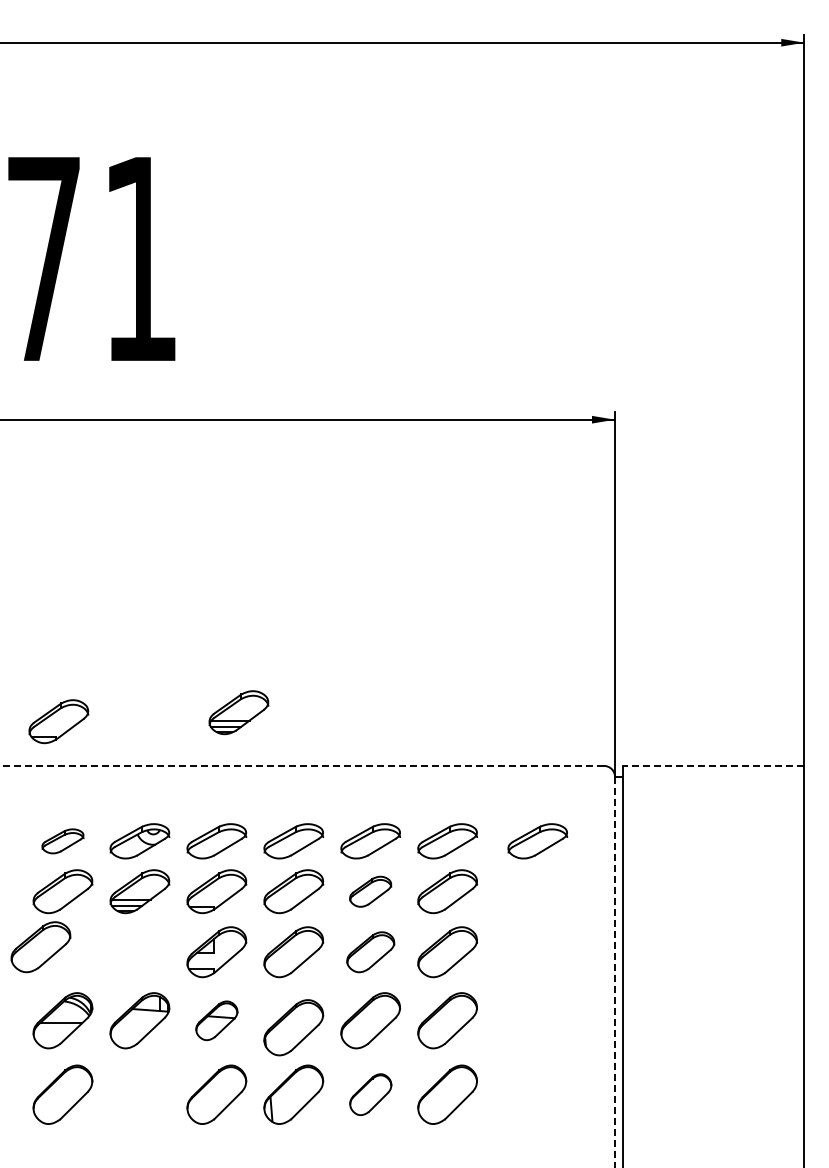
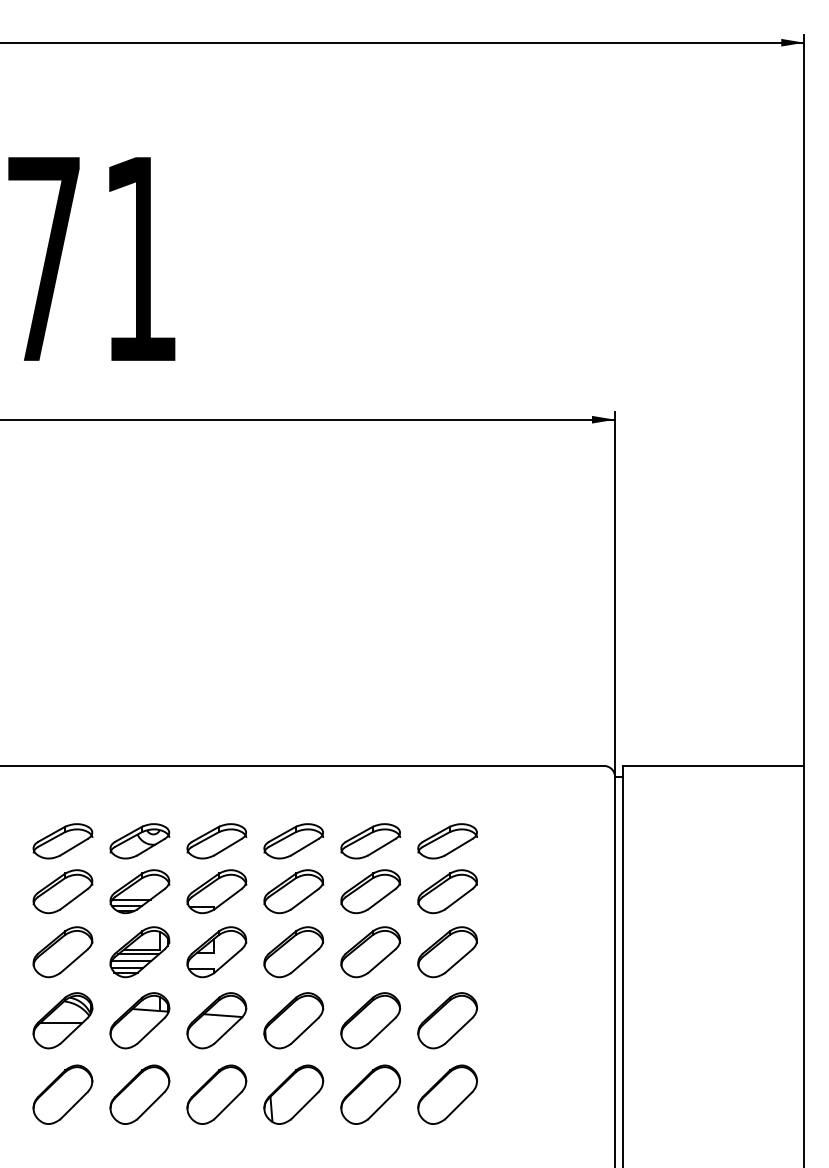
part at (238, 712): present -> none
part at (58, 721): present -> none
line at (302, 765): dashed -> solid
line at (713, 765): dashed -> solid
part at (62, 841) size: 44x27 px -> 62x37 px
part at (537, 841): present -> none
part at (370, 891) size: 44x33 px -> 61x46 px
part at (40, 947) position: (40, 947) -> (62, 952)
part at (139, 952): none -> present
part at (370, 952) size: 50x43 px -> 62x53 px
line at (615, 972): dashed -> solid
part at (216, 1020) size: 44x42 px -> 62x58 px
part at (293, 1027) position: (293, 1027) -> (293, 1020)
part at (139, 1094): none -> present
part at (370, 1094) size: 44x44 px -> 62x61 px
